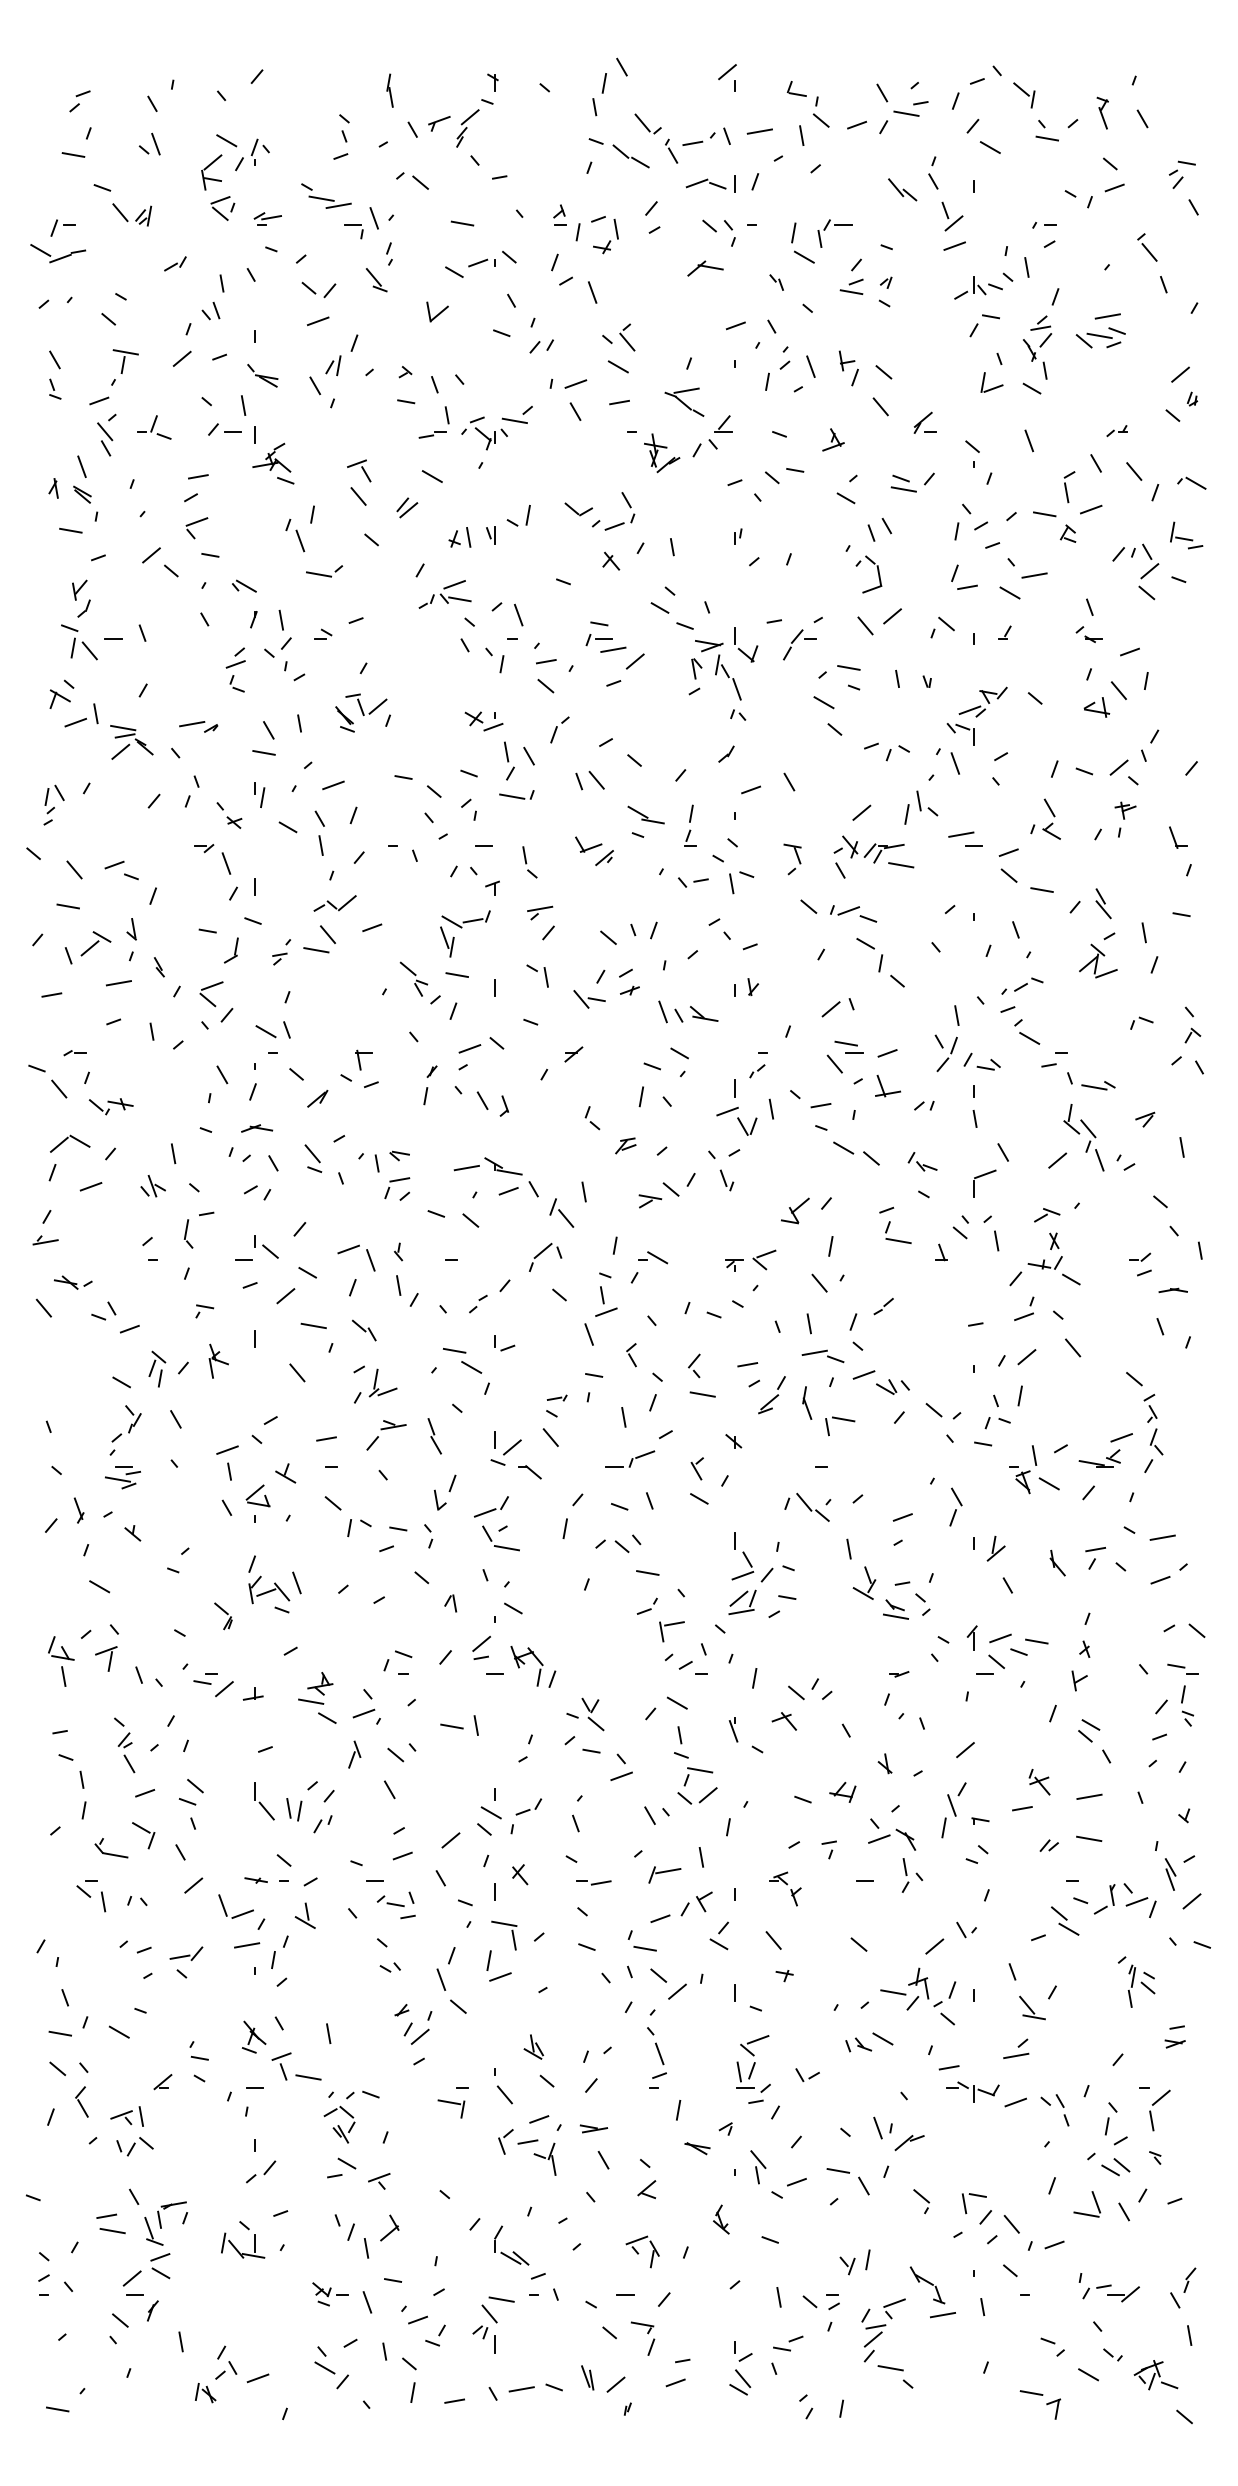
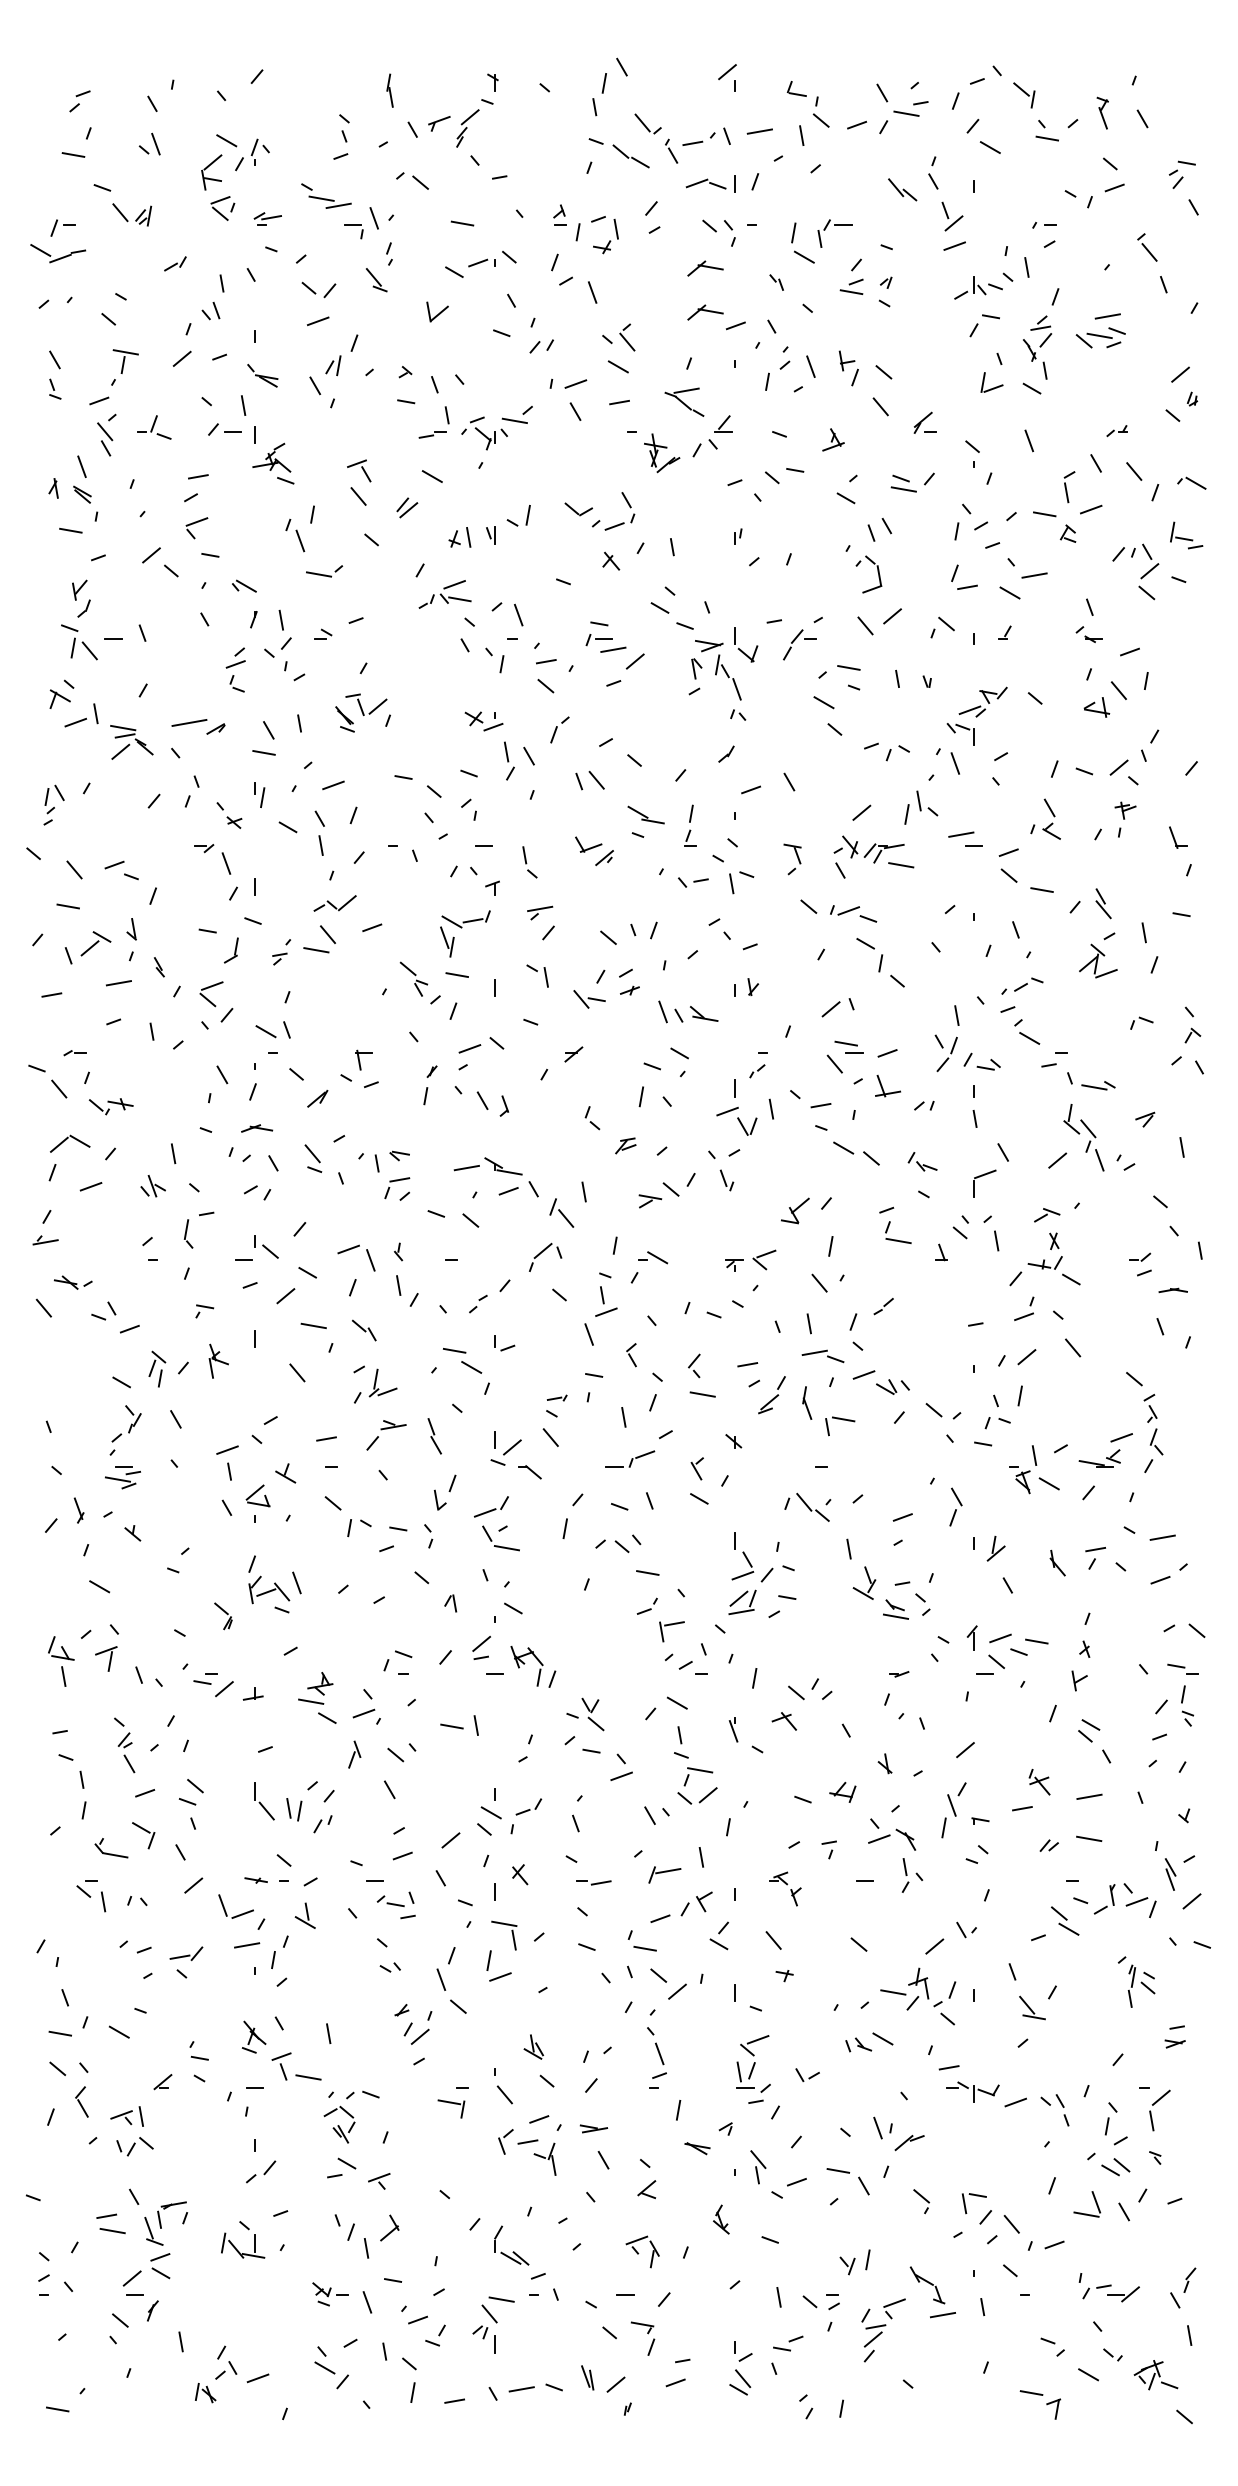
part at (705, 312): none -> present
part at (198, 726) size: 40x12 px -> 55x16 px
line at (512, 796): present -> none
line at (1016, 2055): present -> none
line at (890, 2368): present -> none
